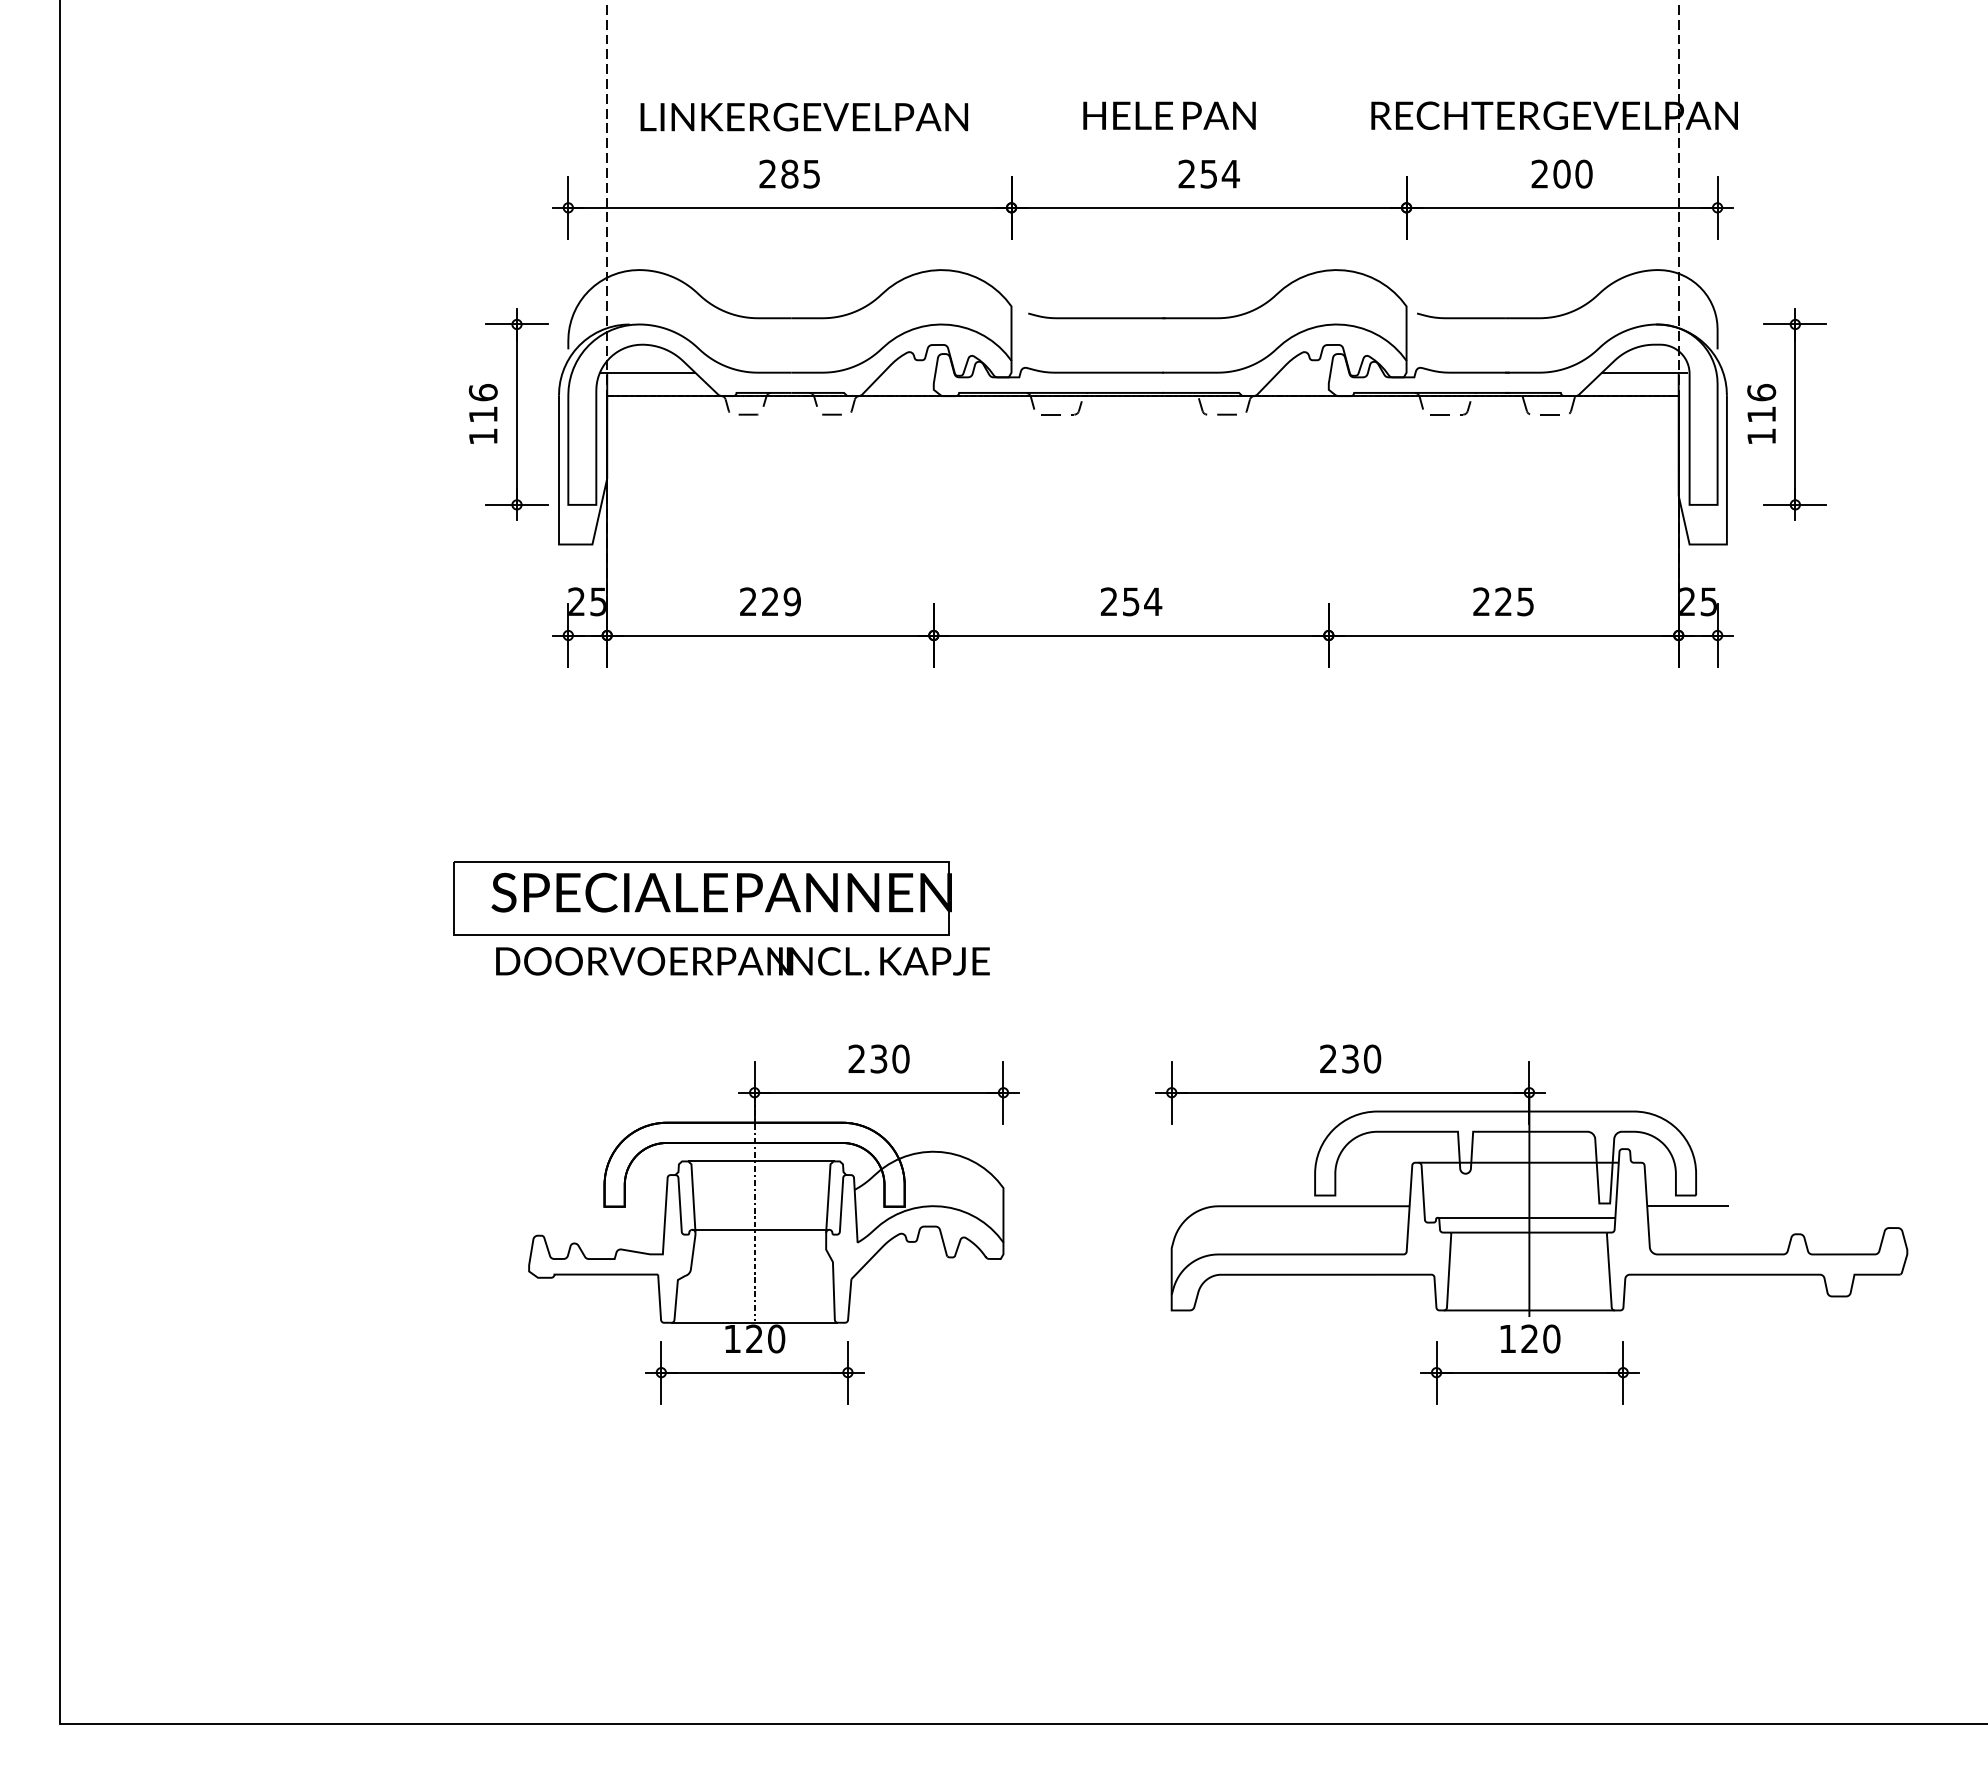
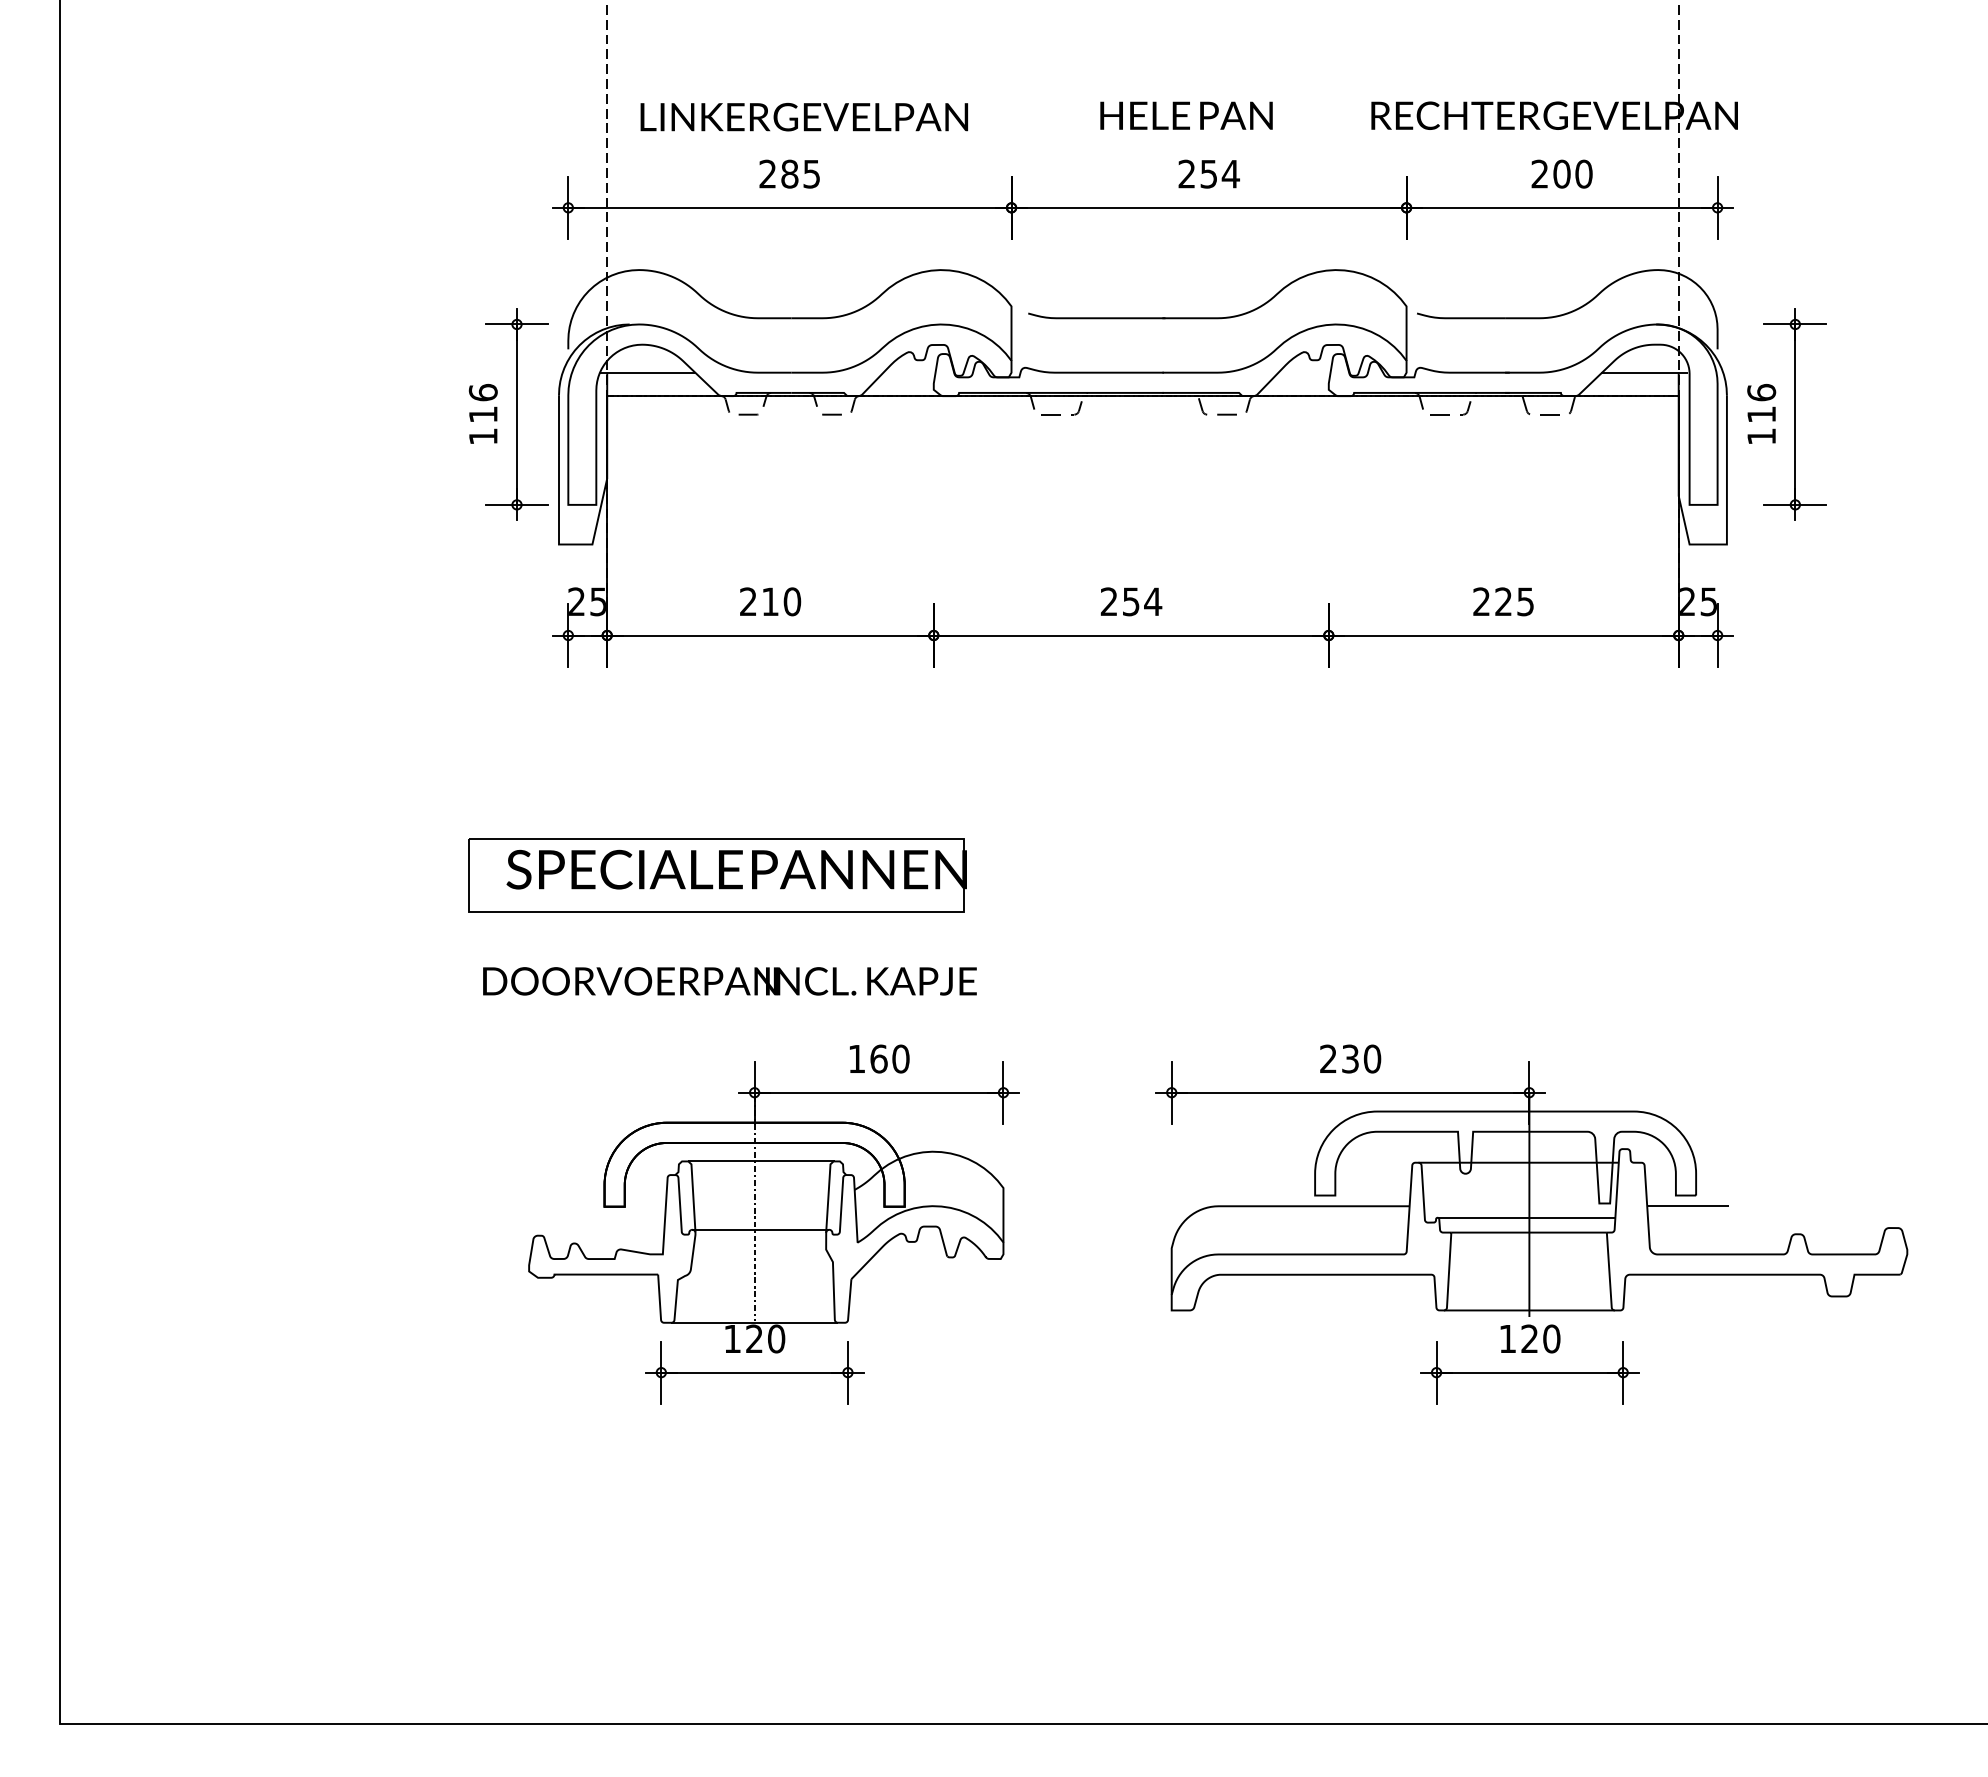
text at (1169, 115) position: (1169, 115) -> (1186, 115)
text at (781, 601): 229 -> 210
part at (702, 898) position: (702, 898) -> (717, 875)
text at (742, 961) position: (742, 961) -> (729, 981)
text at (867, 1058): 230 -> 160
